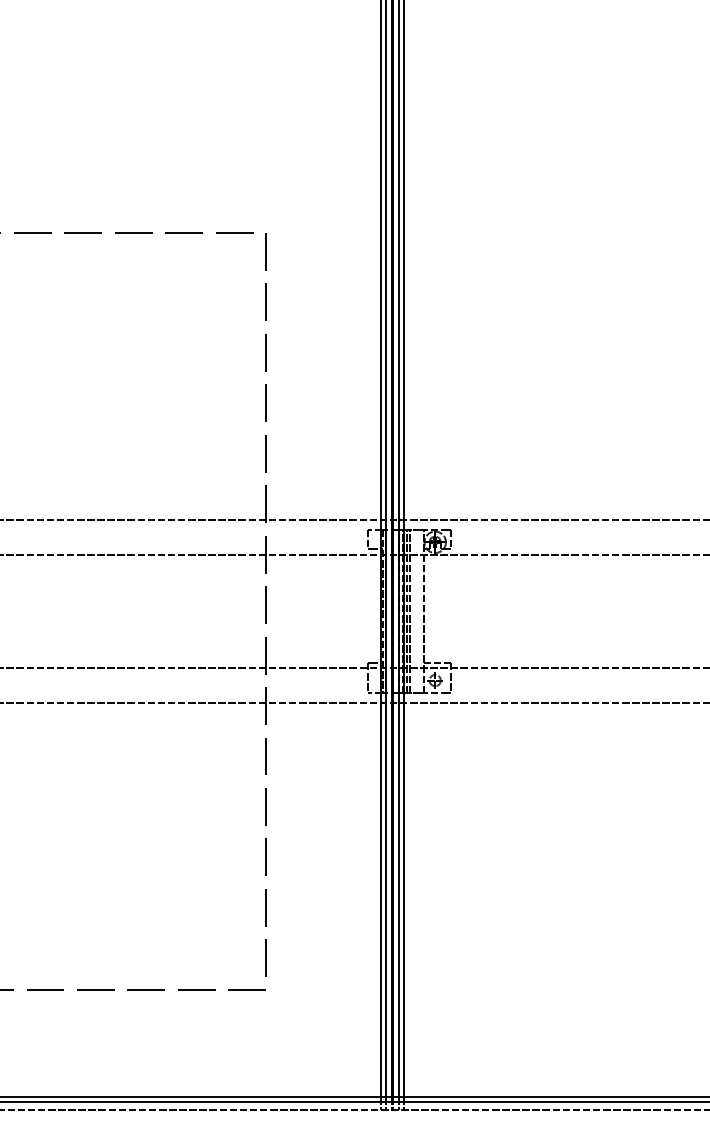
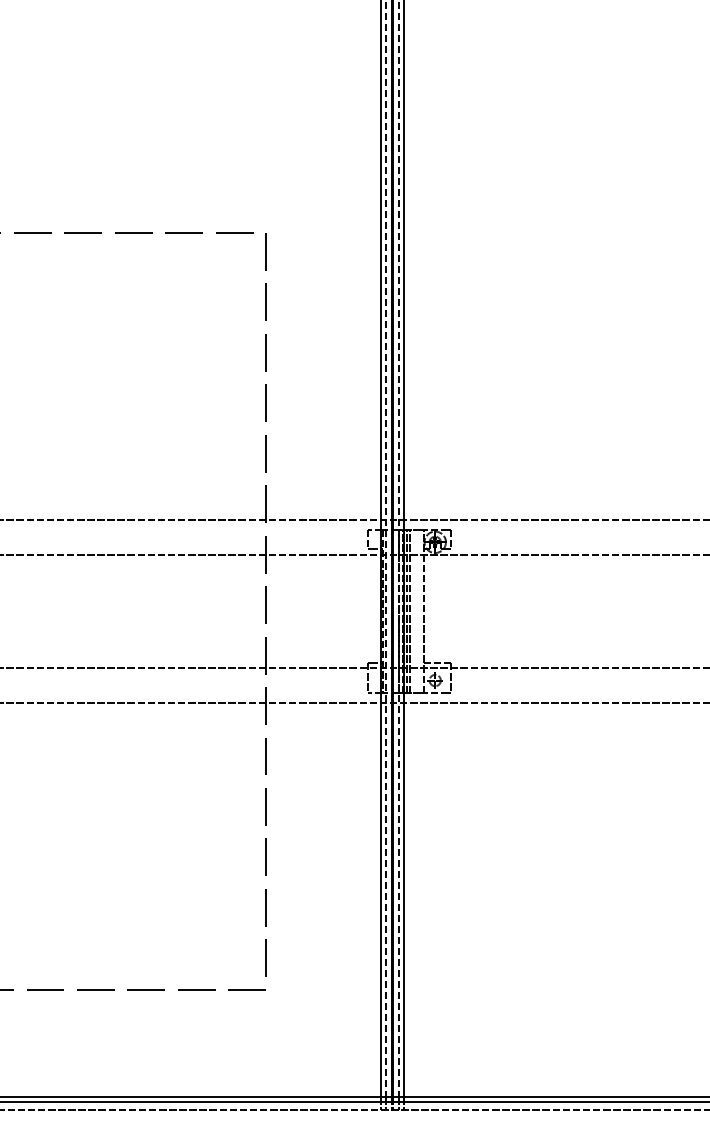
line at (386, 549): solid -> dashed
line at (398, 549): solid -> dashed
